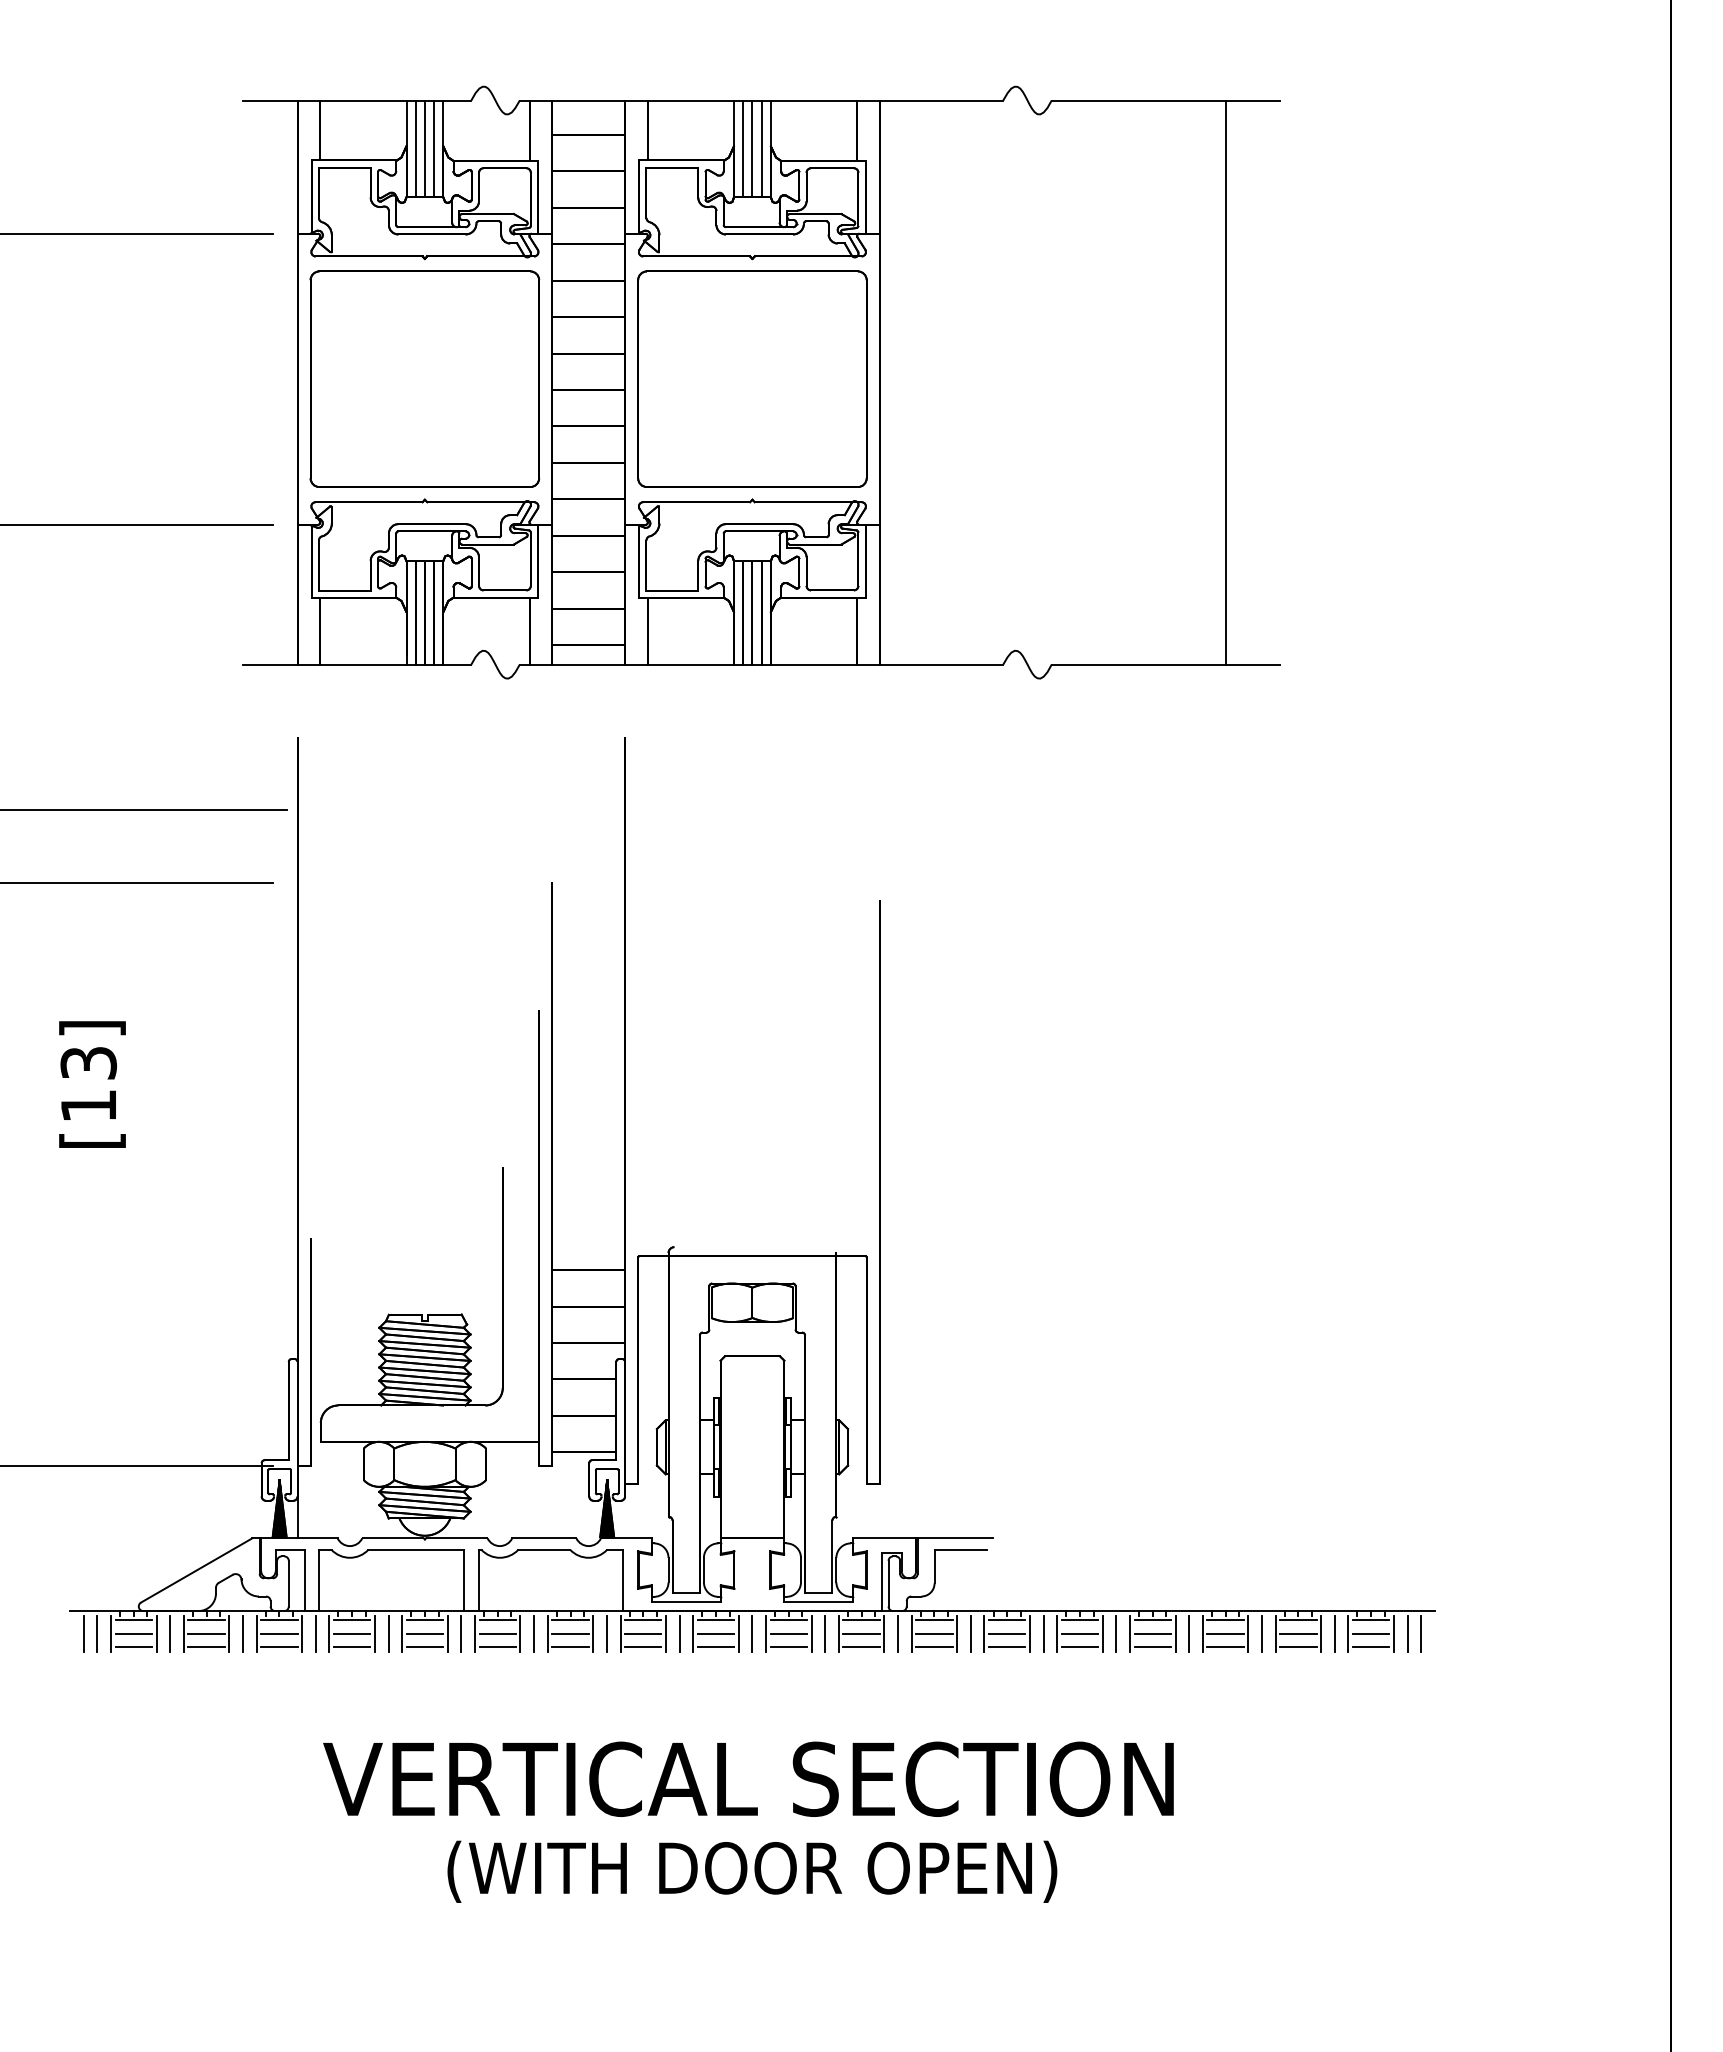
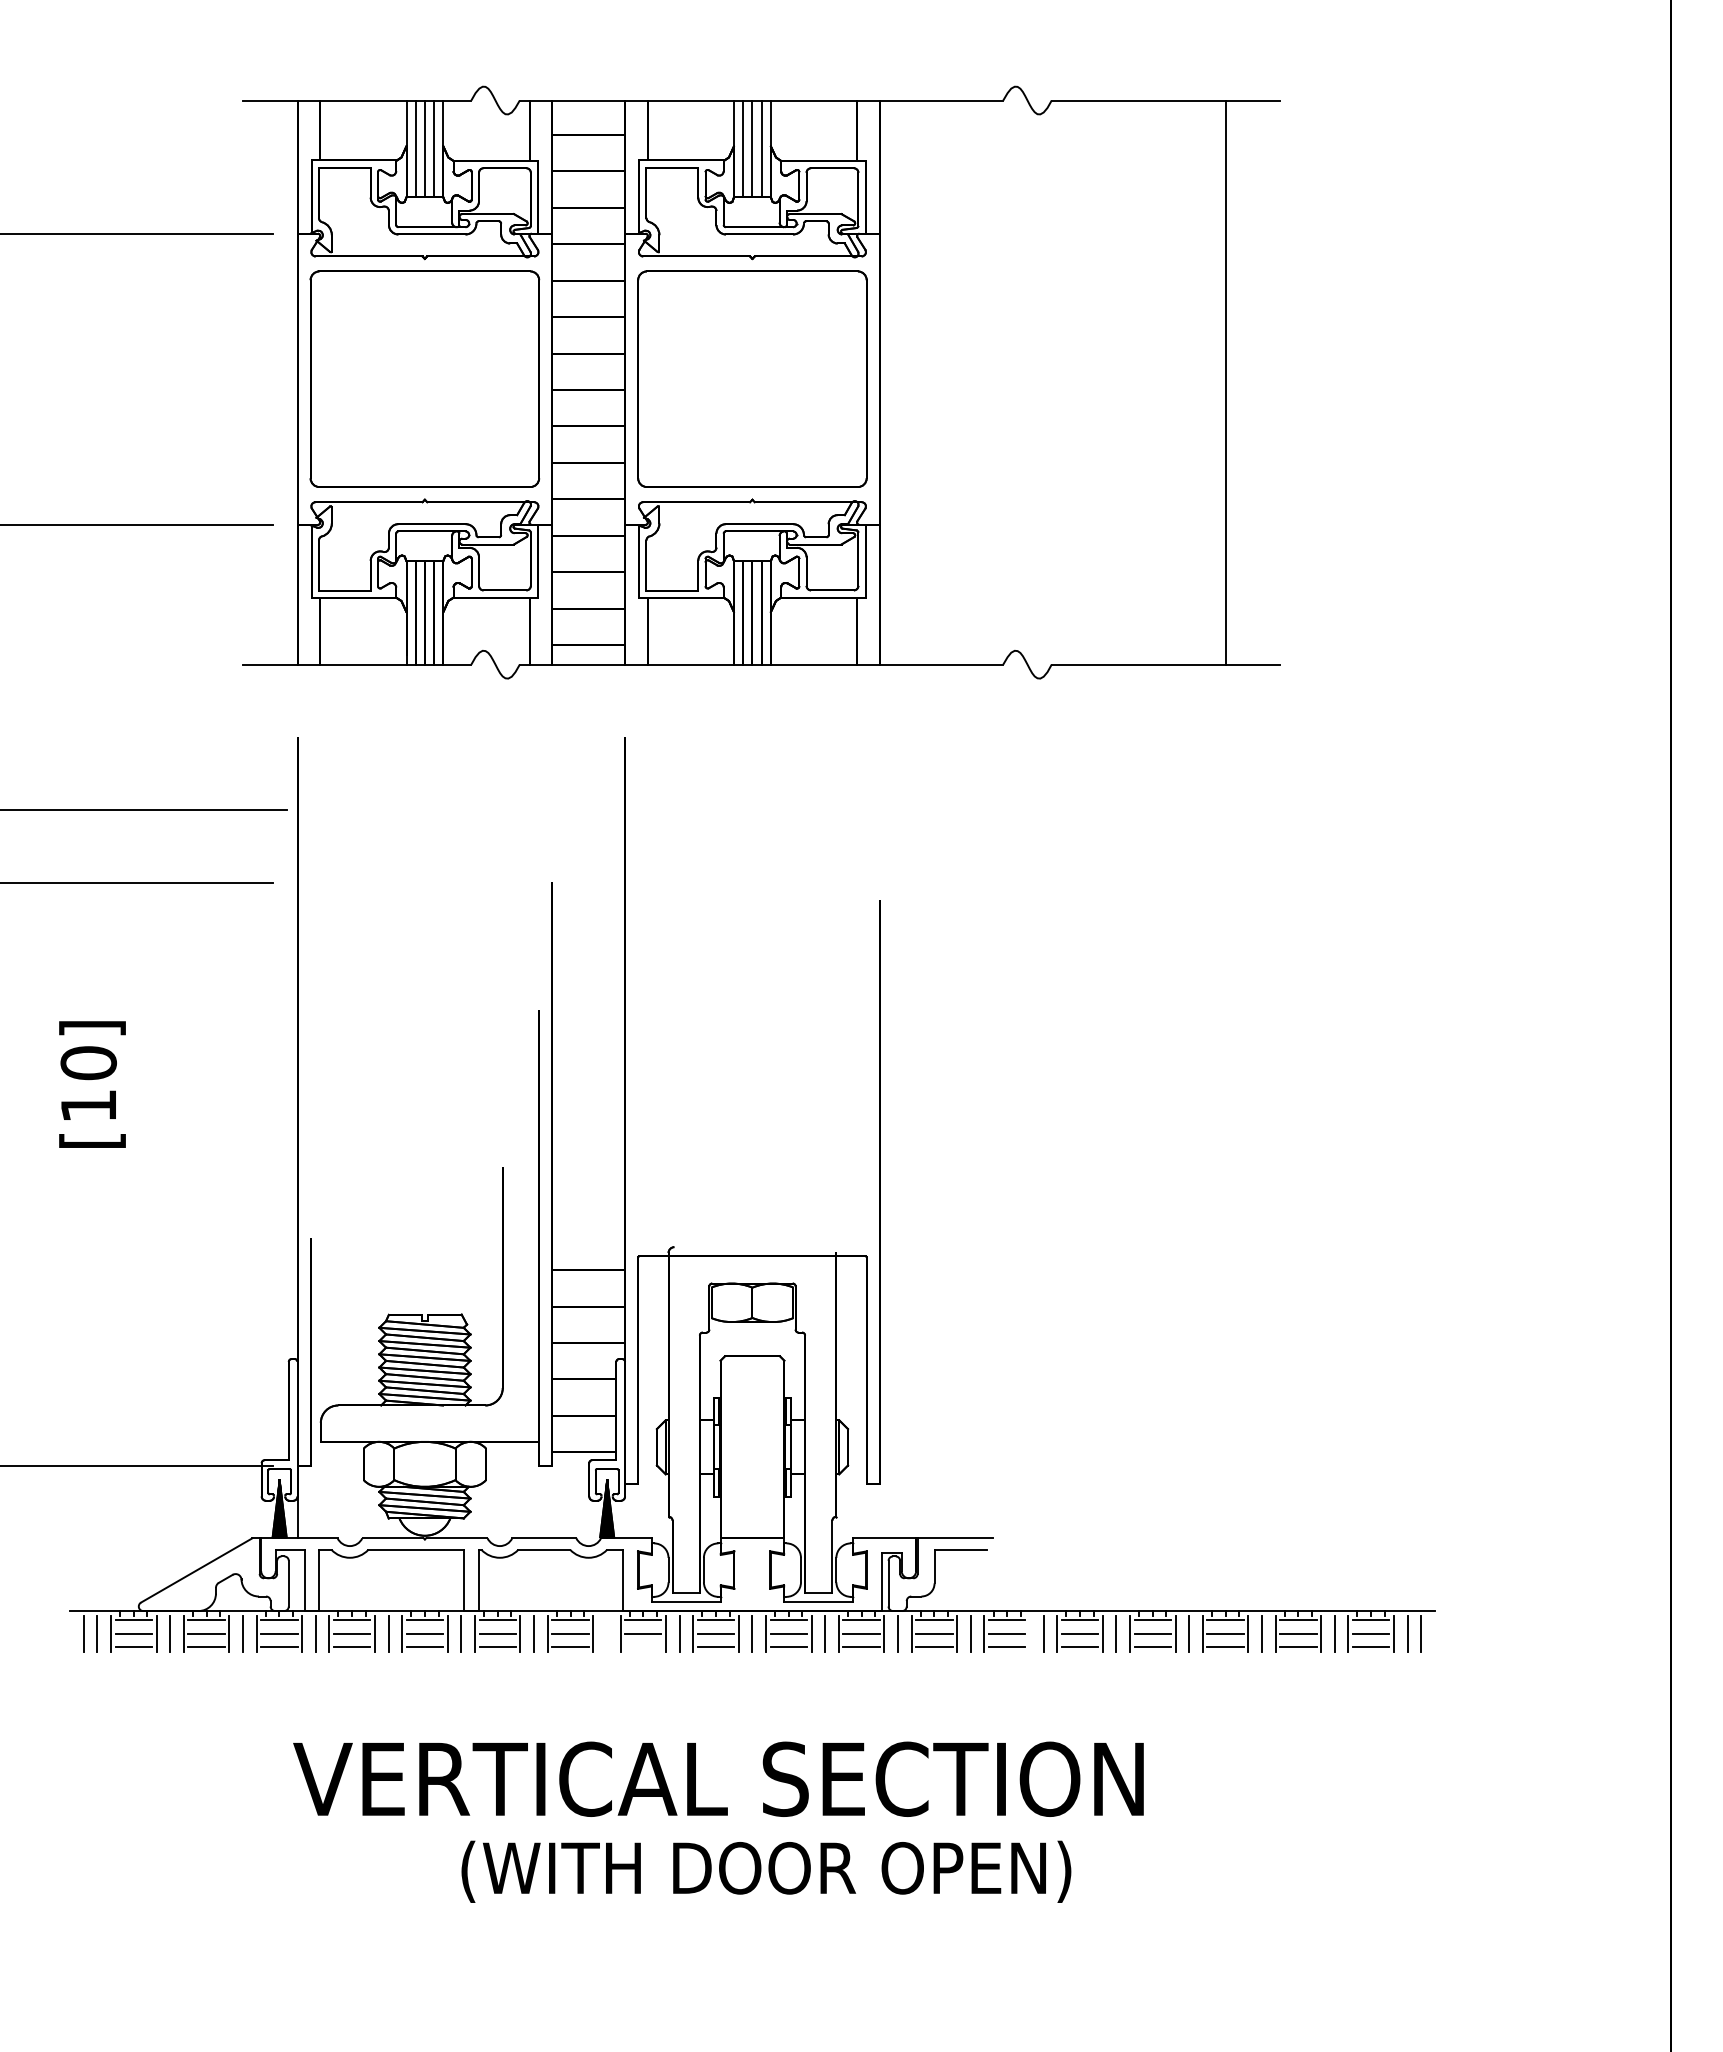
text at (88, 1063): [13] -> [10]
line at (606, 1633): present -> none
line at (1029, 1633): present -> none
line at (643, 1647): present -> none
text at (748, 1778) position: (748, 1778) -> (718, 1778)
text at (752, 1871) position: (752, 1871) -> (766, 1871)
